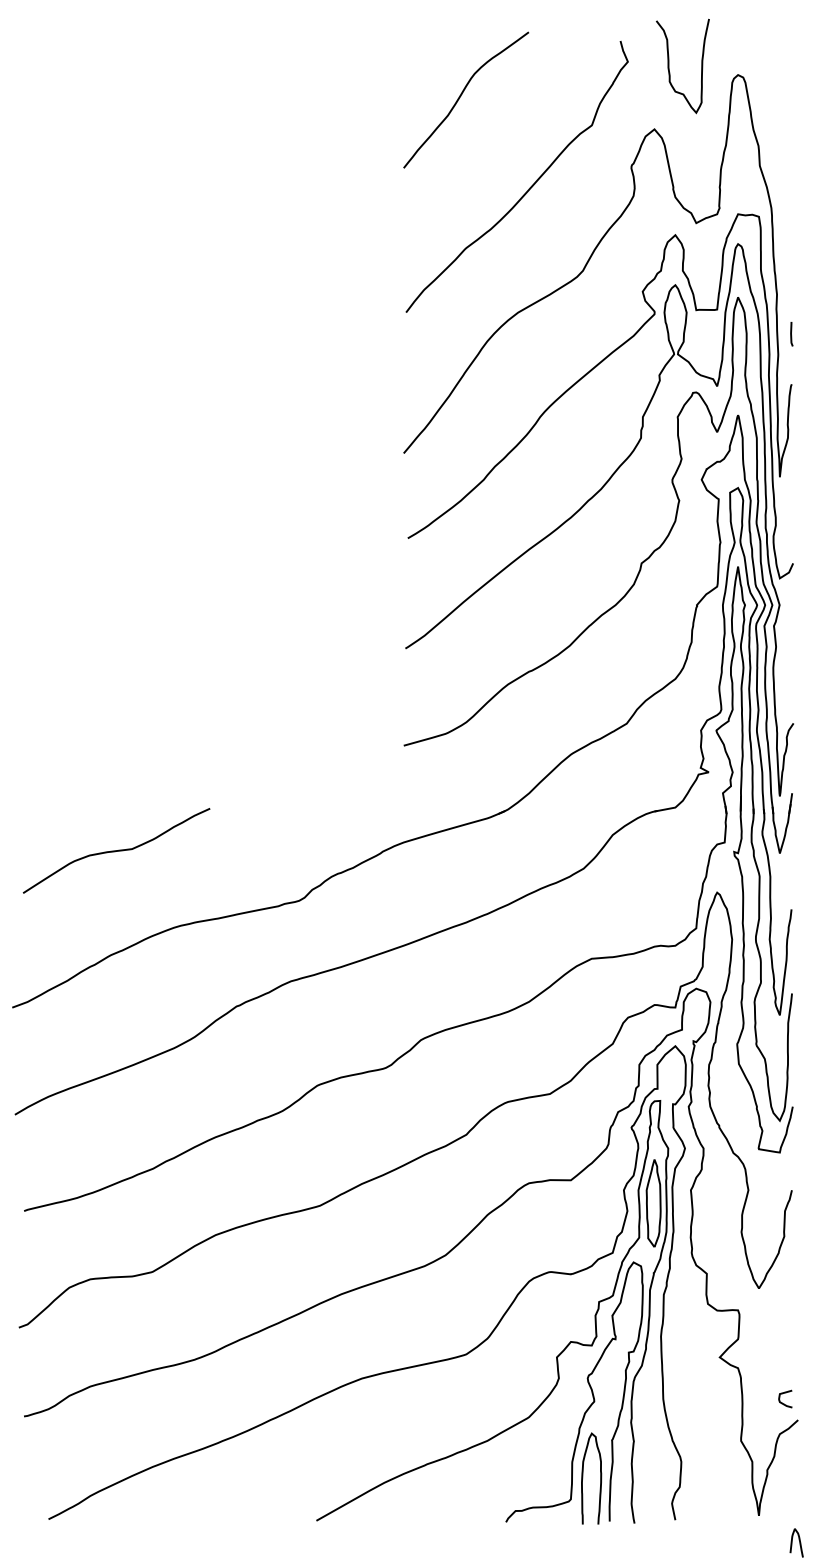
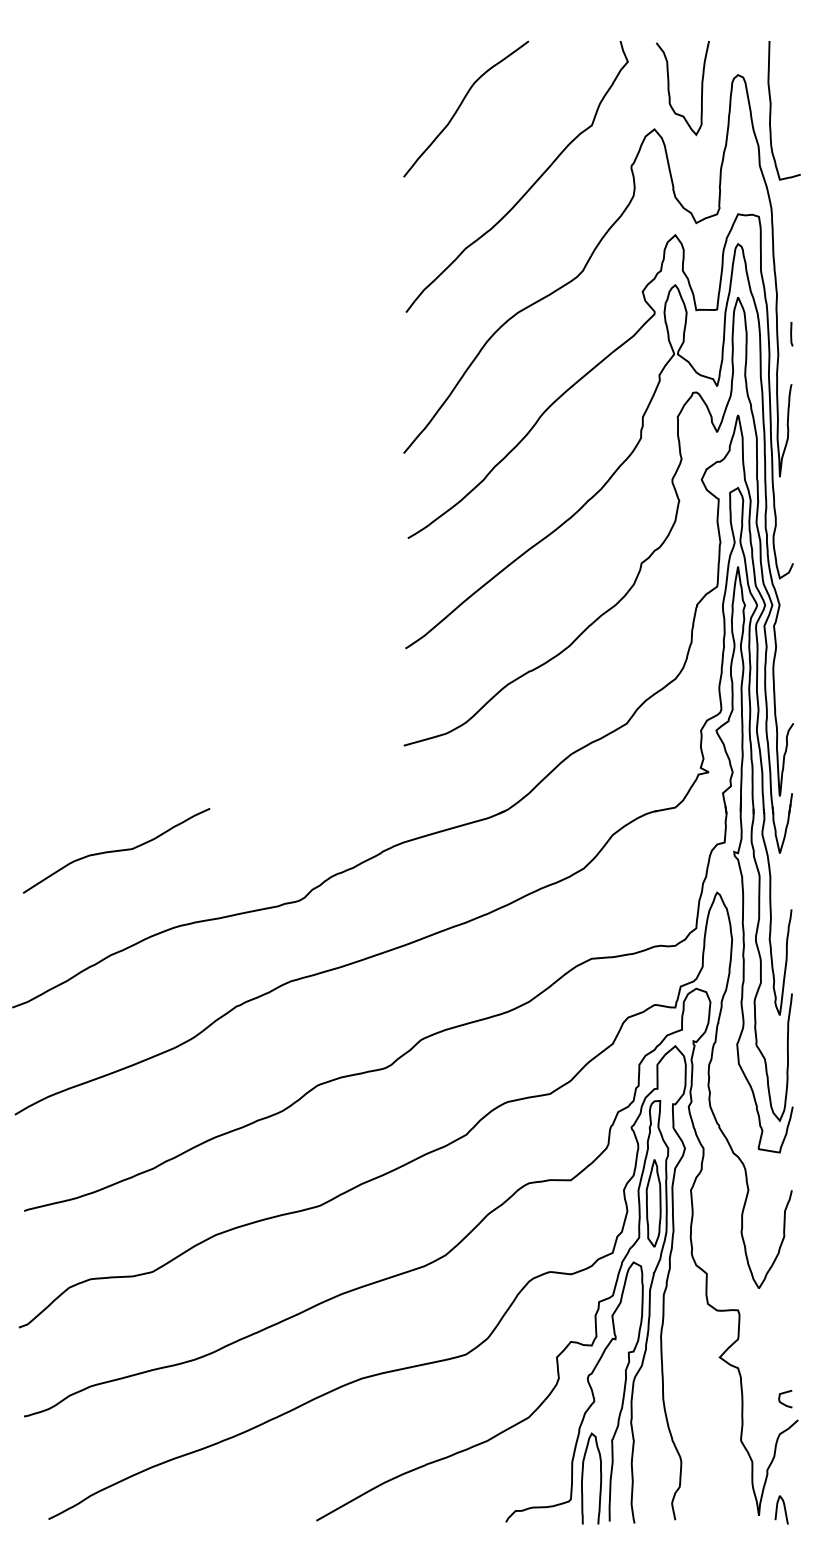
curve at (669, 66) position: (669, 66) -> (669, 88)
curve at (461, 96) position: (461, 96) -> (461, 105)
curve at (771, 110): none -> present
curve at (798, 1540) position: (798, 1540) -> (783, 1507)
